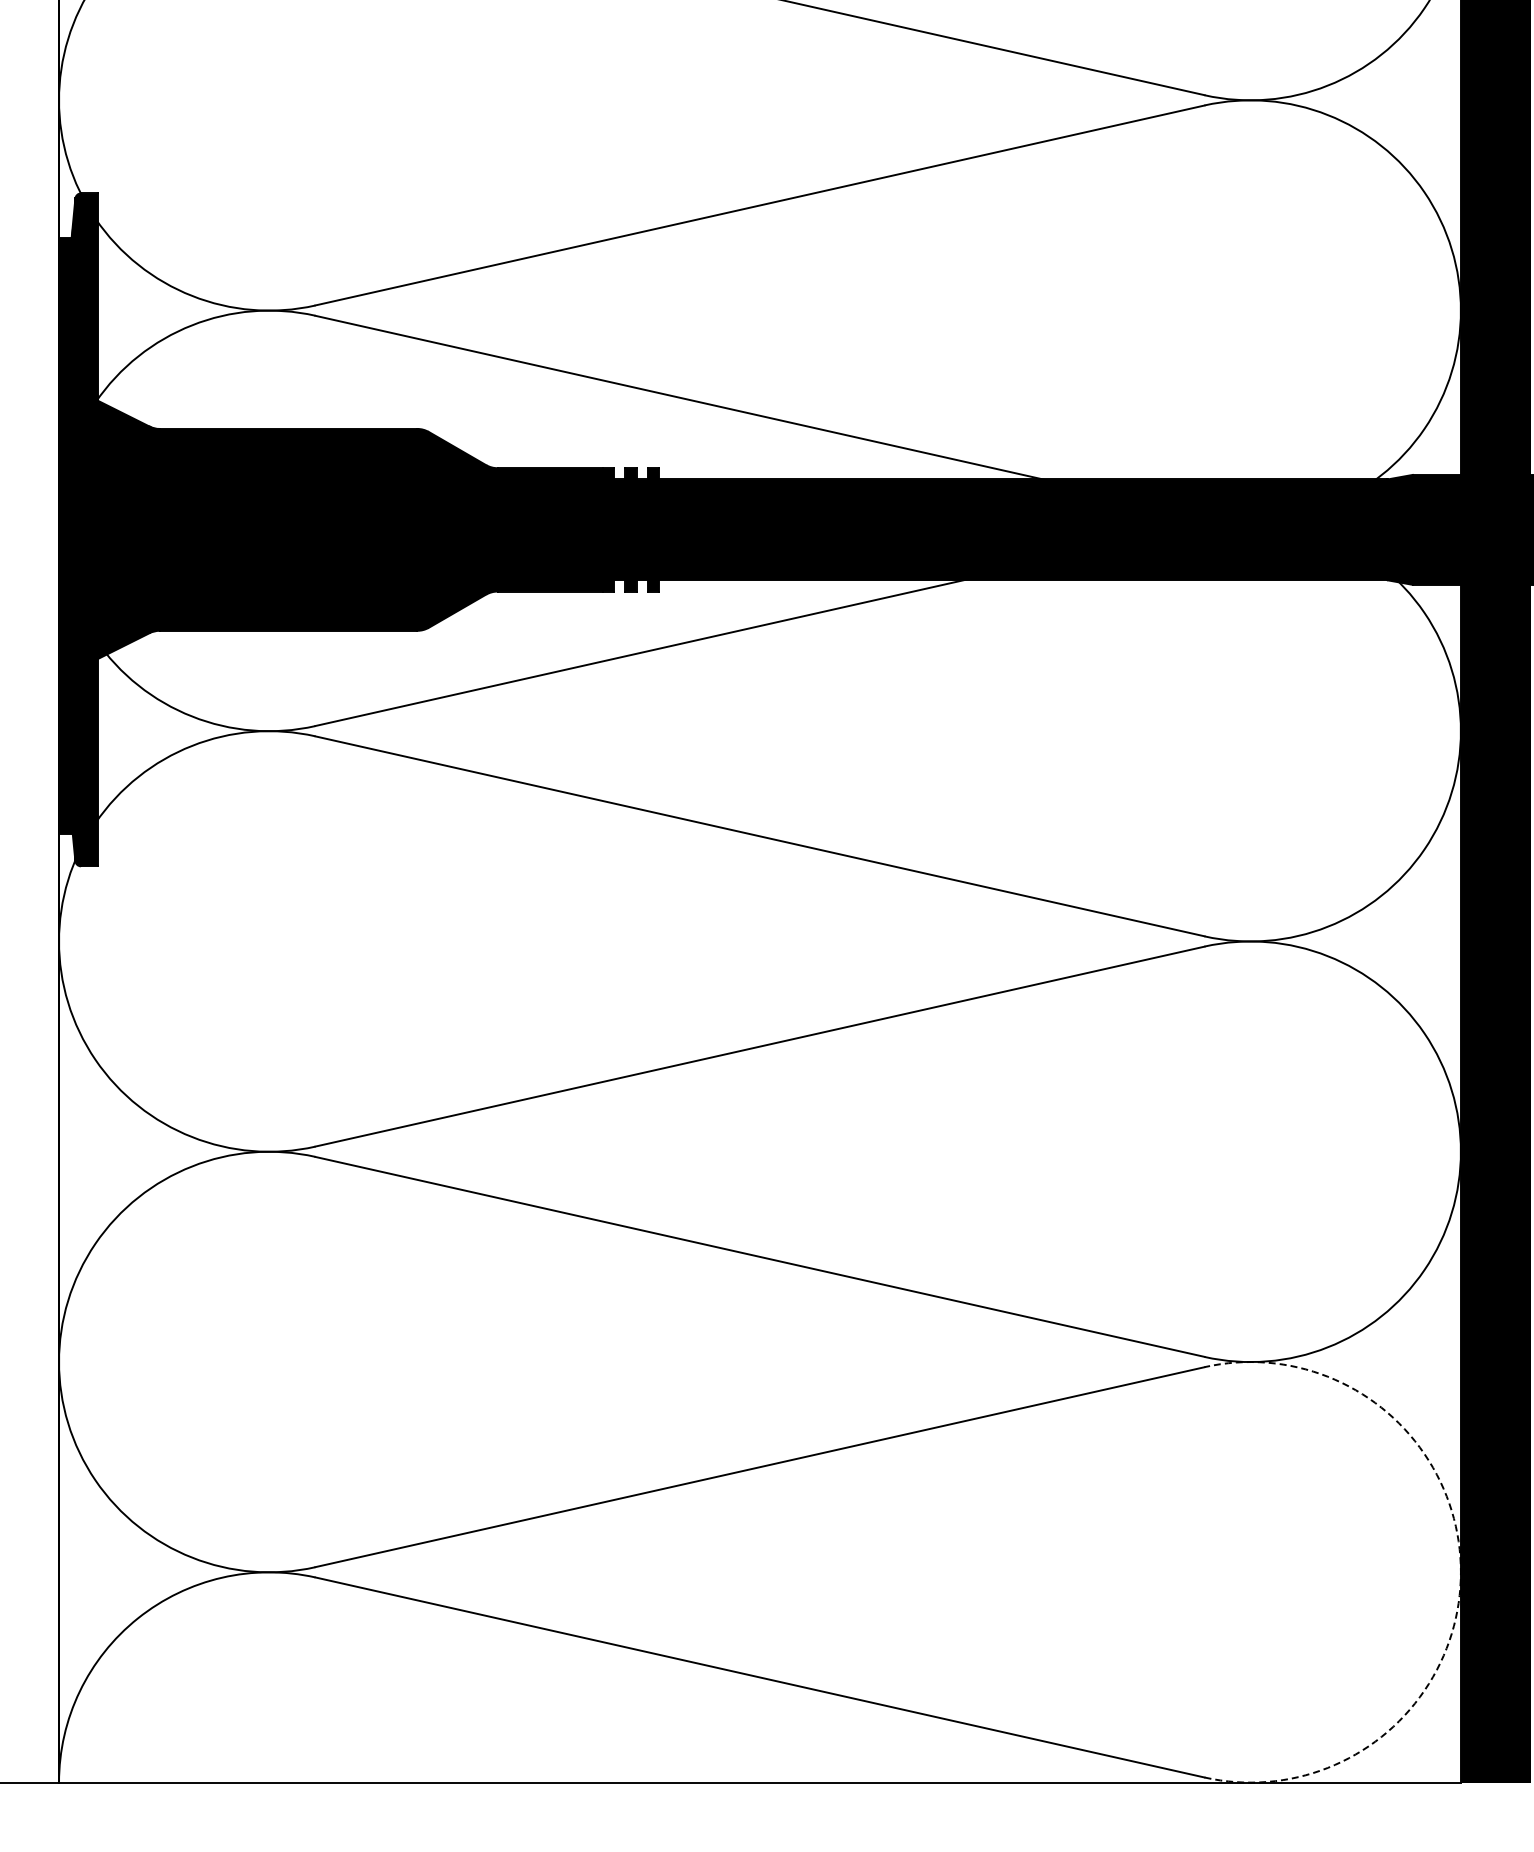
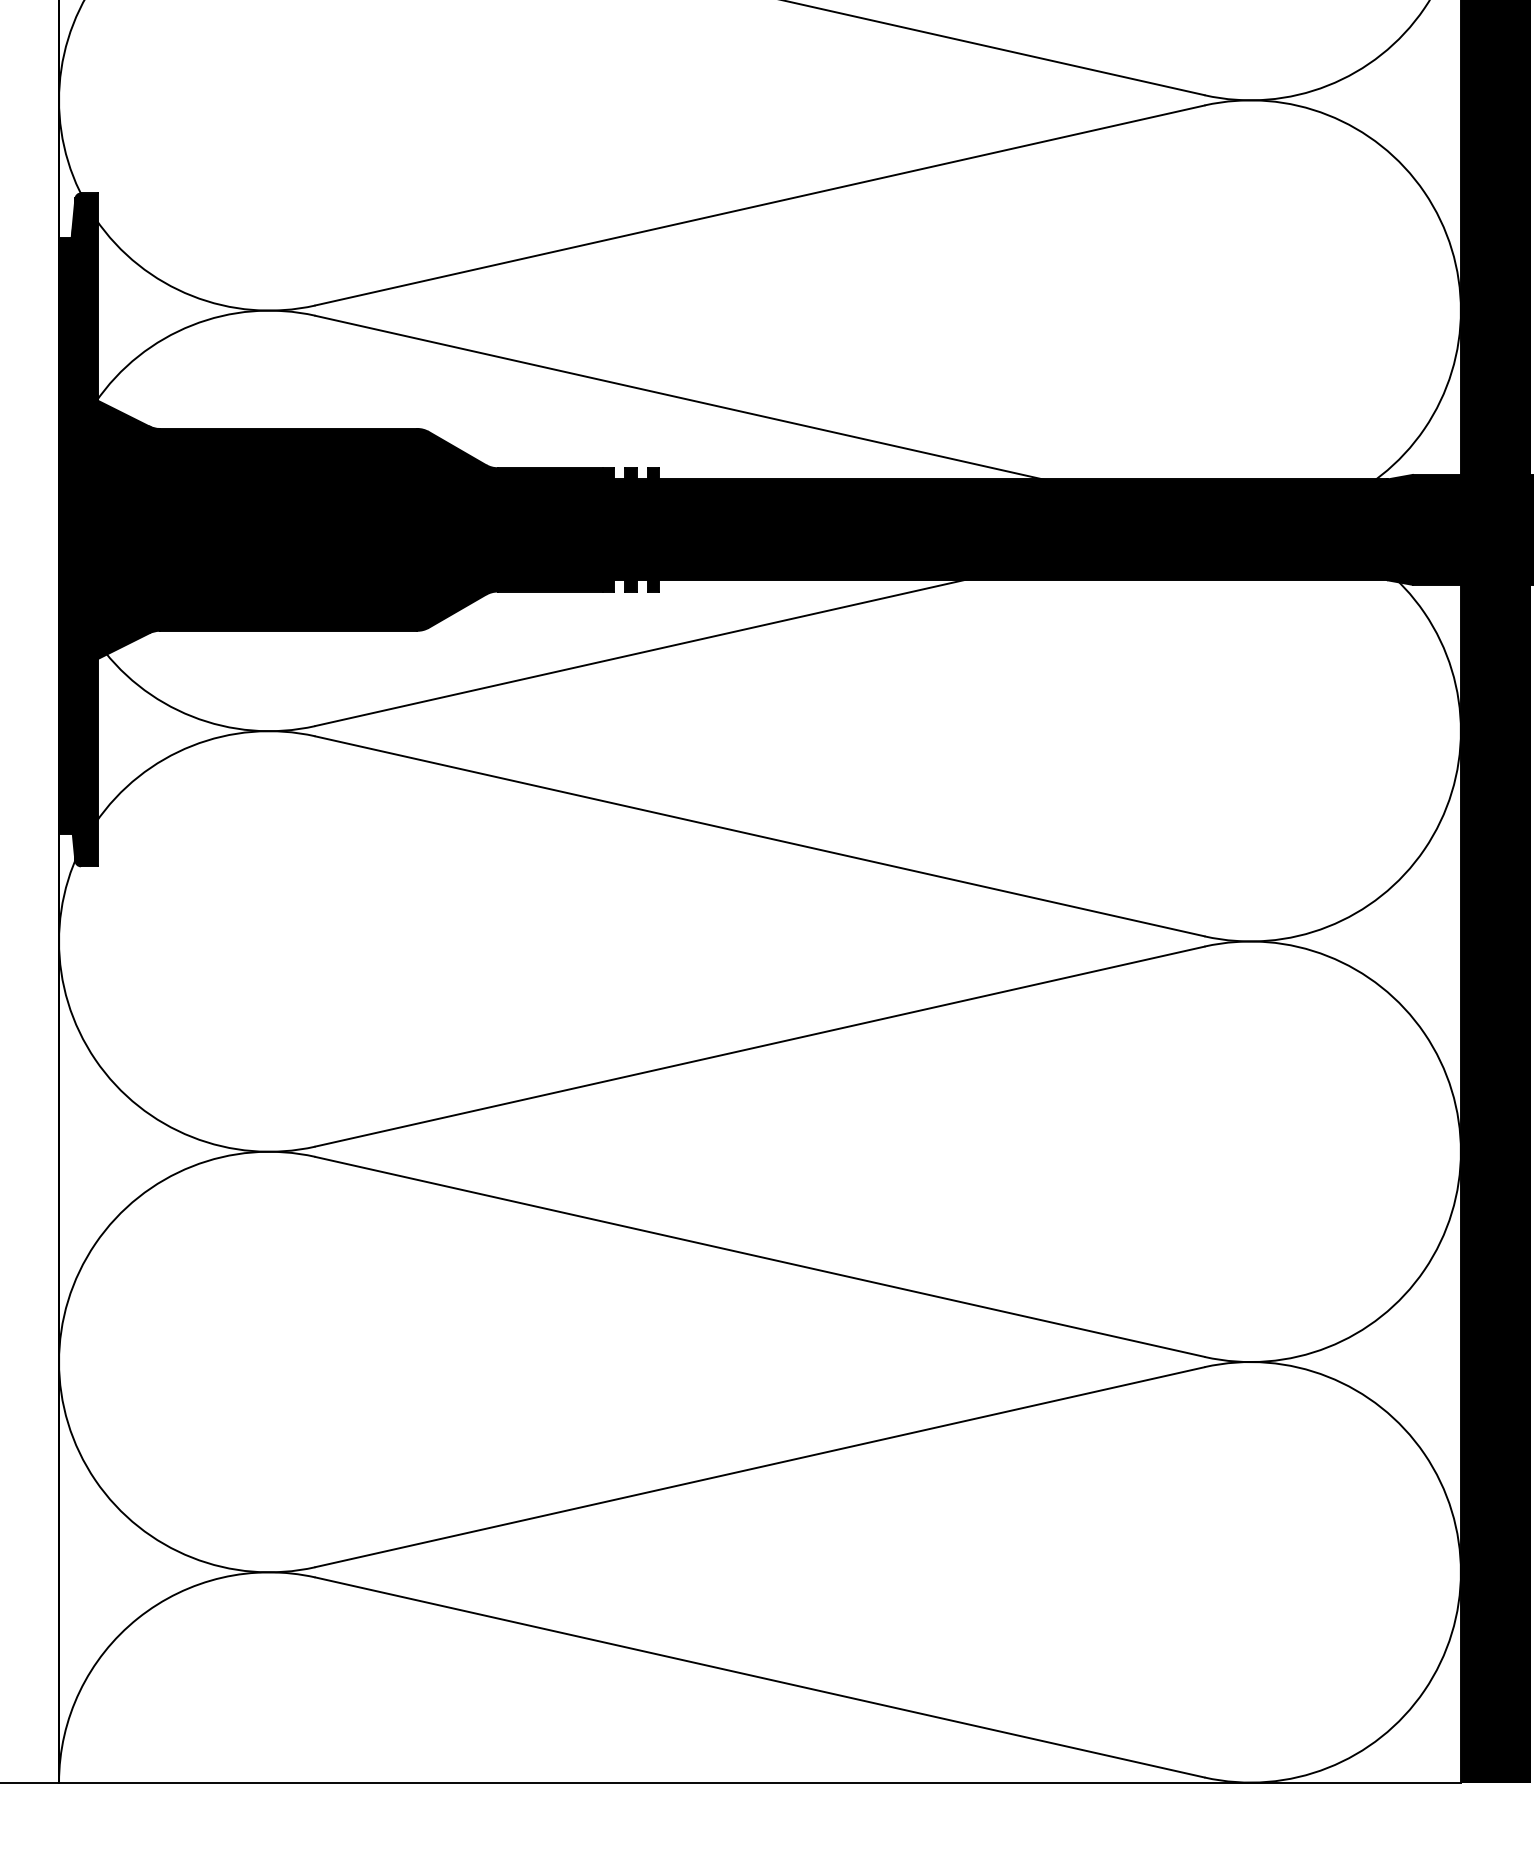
arc at (1460, 1572): dashed -> solid
